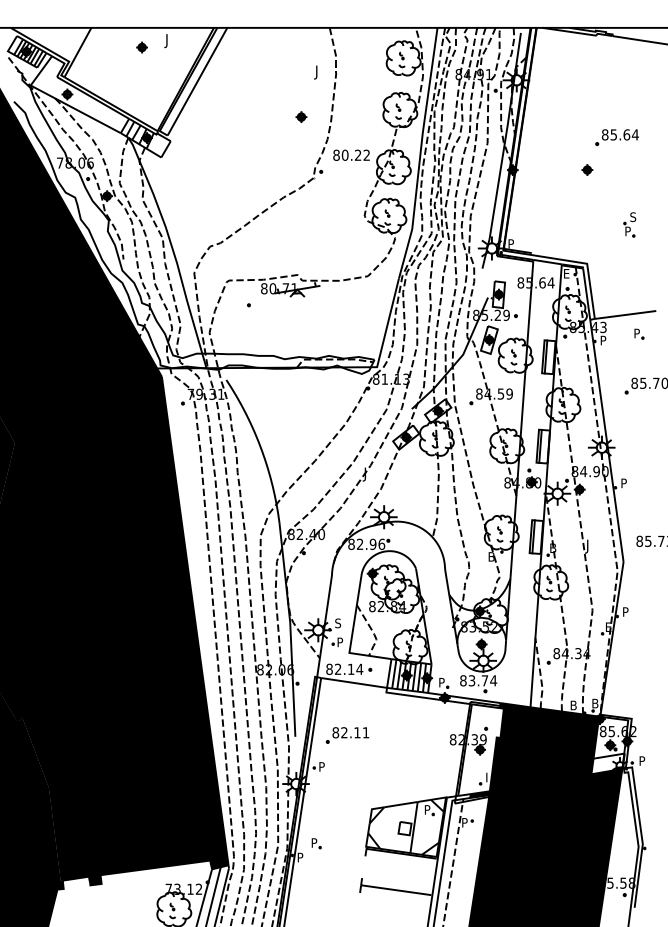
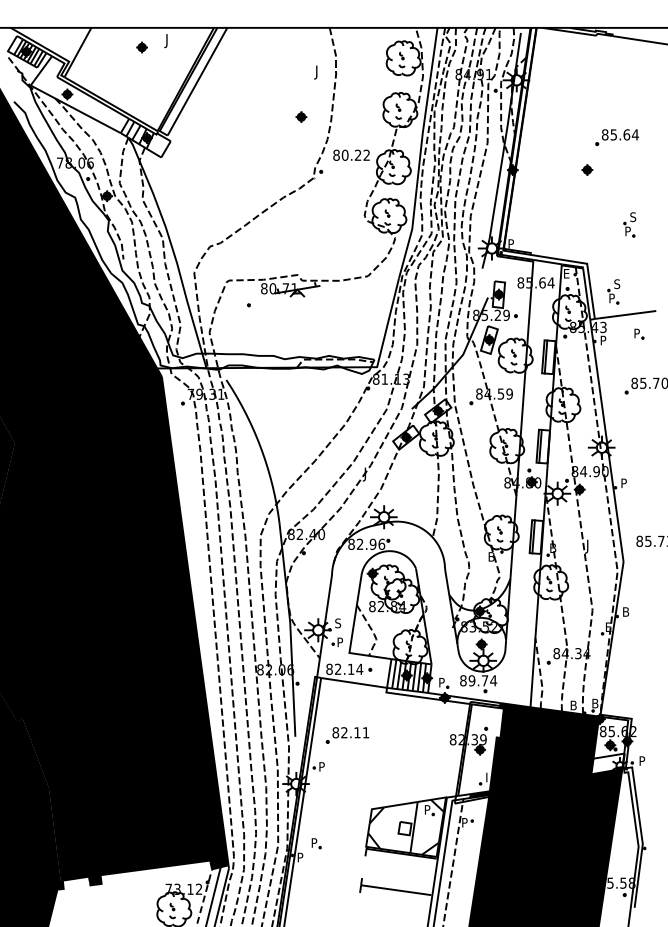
part at (613, 291): none -> present
text at (626, 611): P -> B
text at (471, 680): 83.74 -> 89.74
line at (204, 897): solid -> dashed
